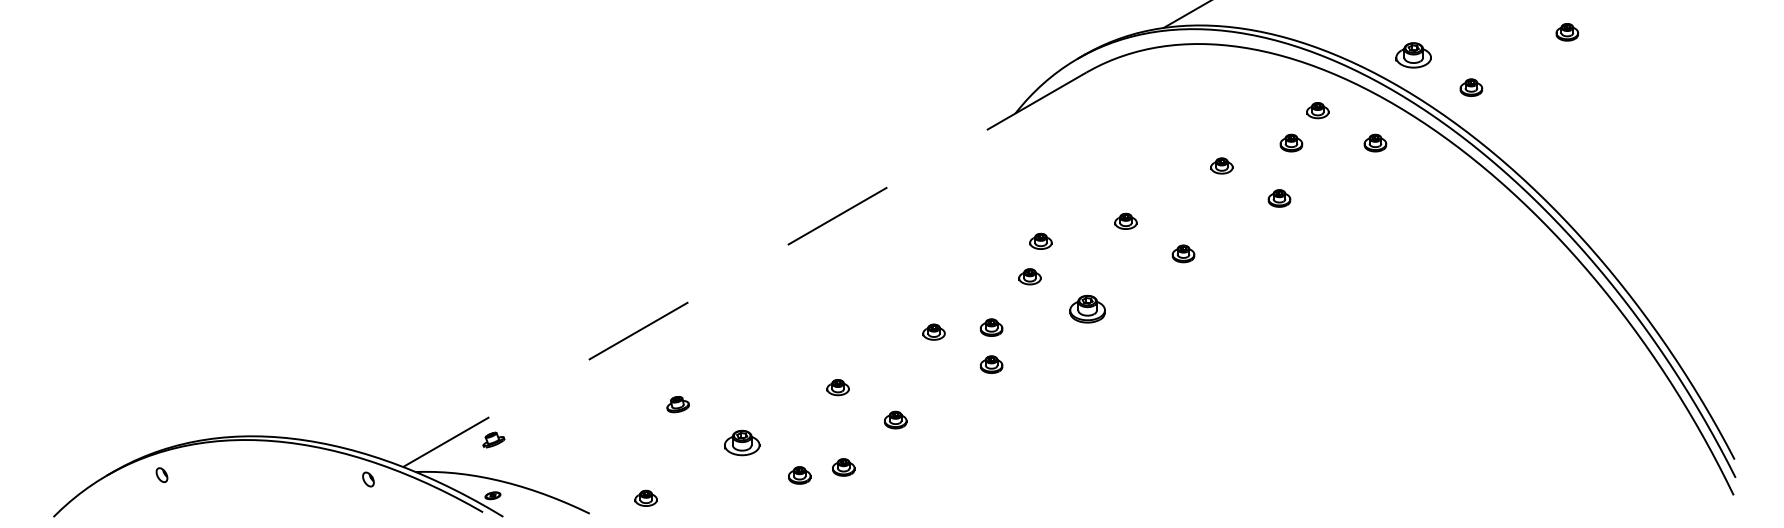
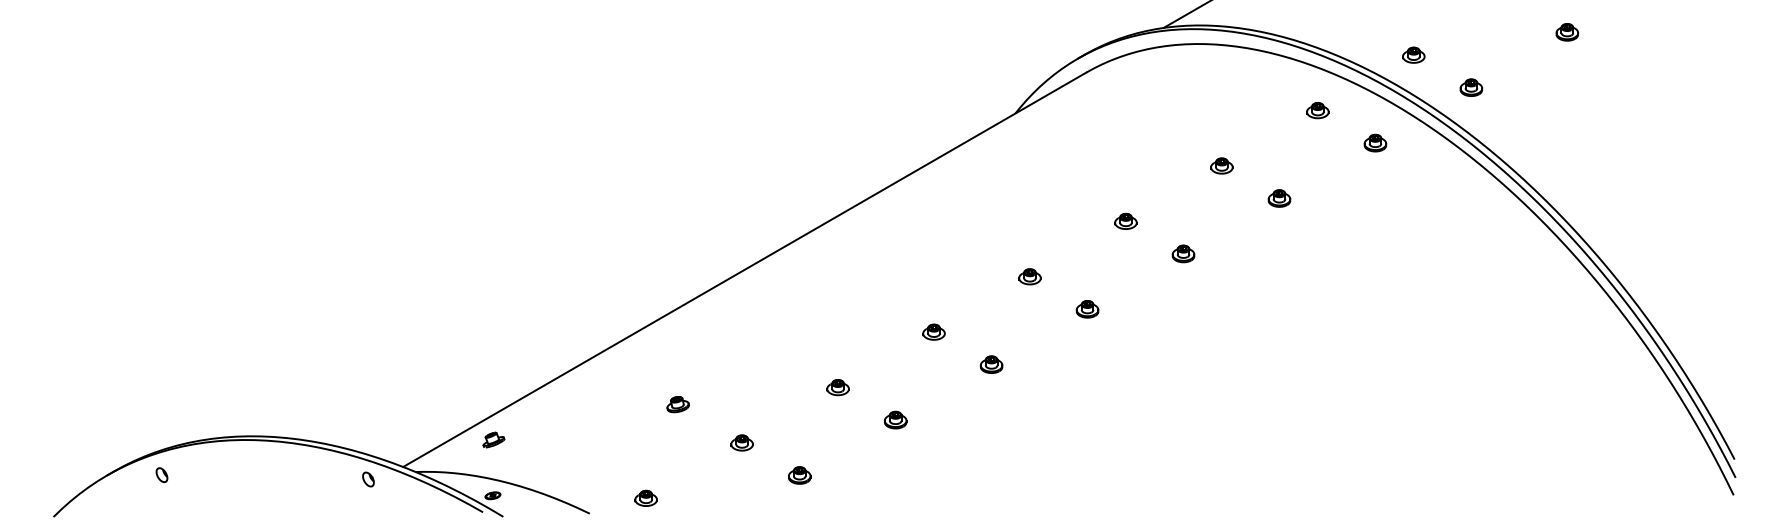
part at (1413, 55) size: 37x27 px -> 24x18 px
part at (1291, 142): present -> none
part at (1040, 240): present -> none
line at (744, 270): dashed -> solid
part at (1087, 308) size: 37x30 px -> 25x19 px
part at (991, 327): present -> none
part at (742, 442) size: 37x28 px -> 24x18 px
part at (843, 467): present -> none
